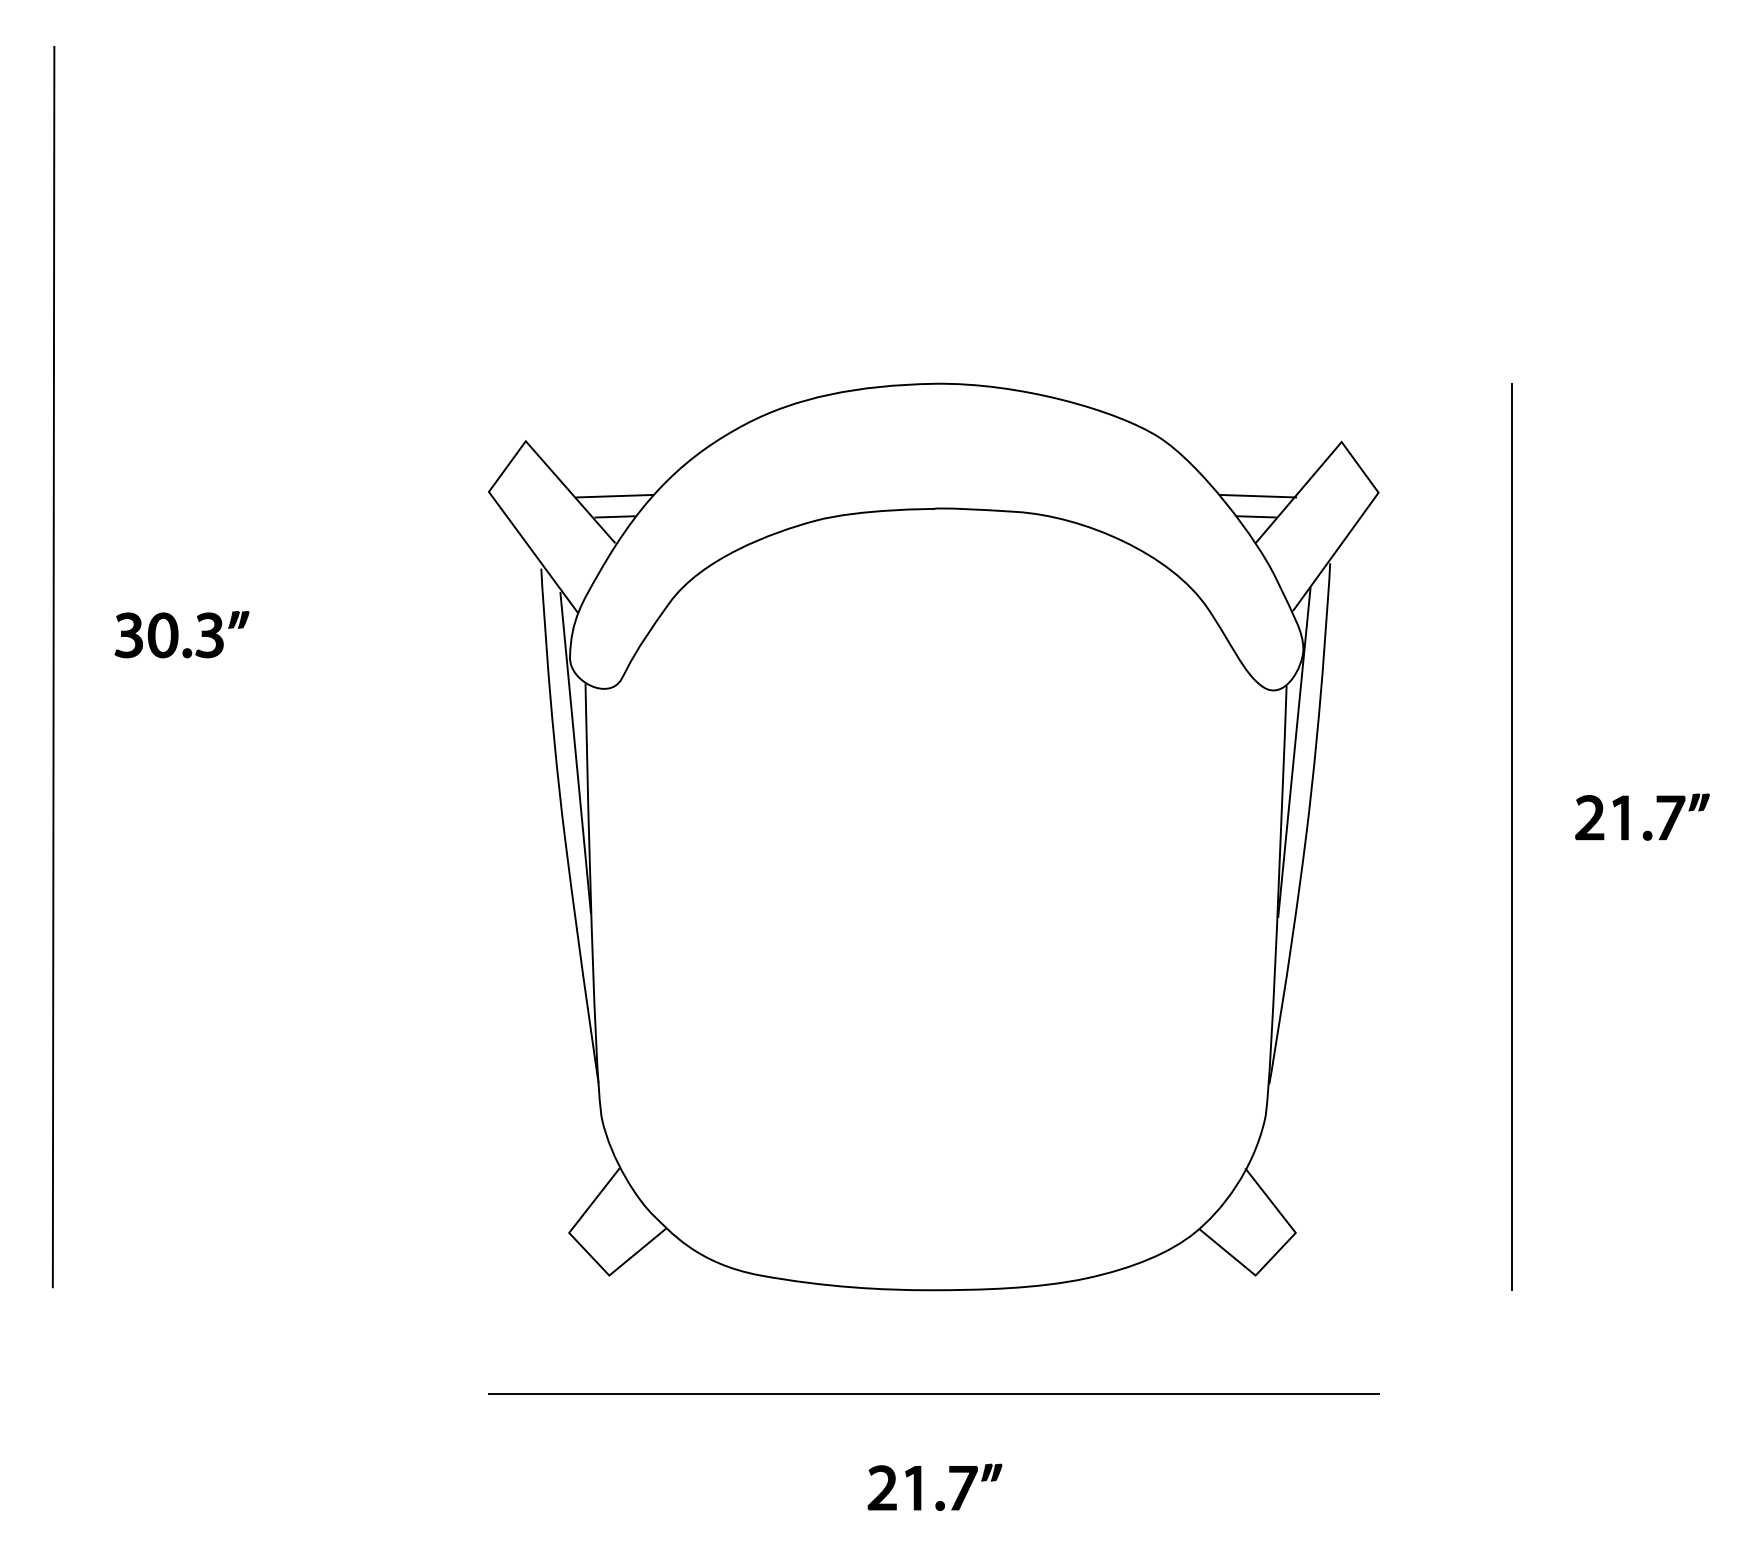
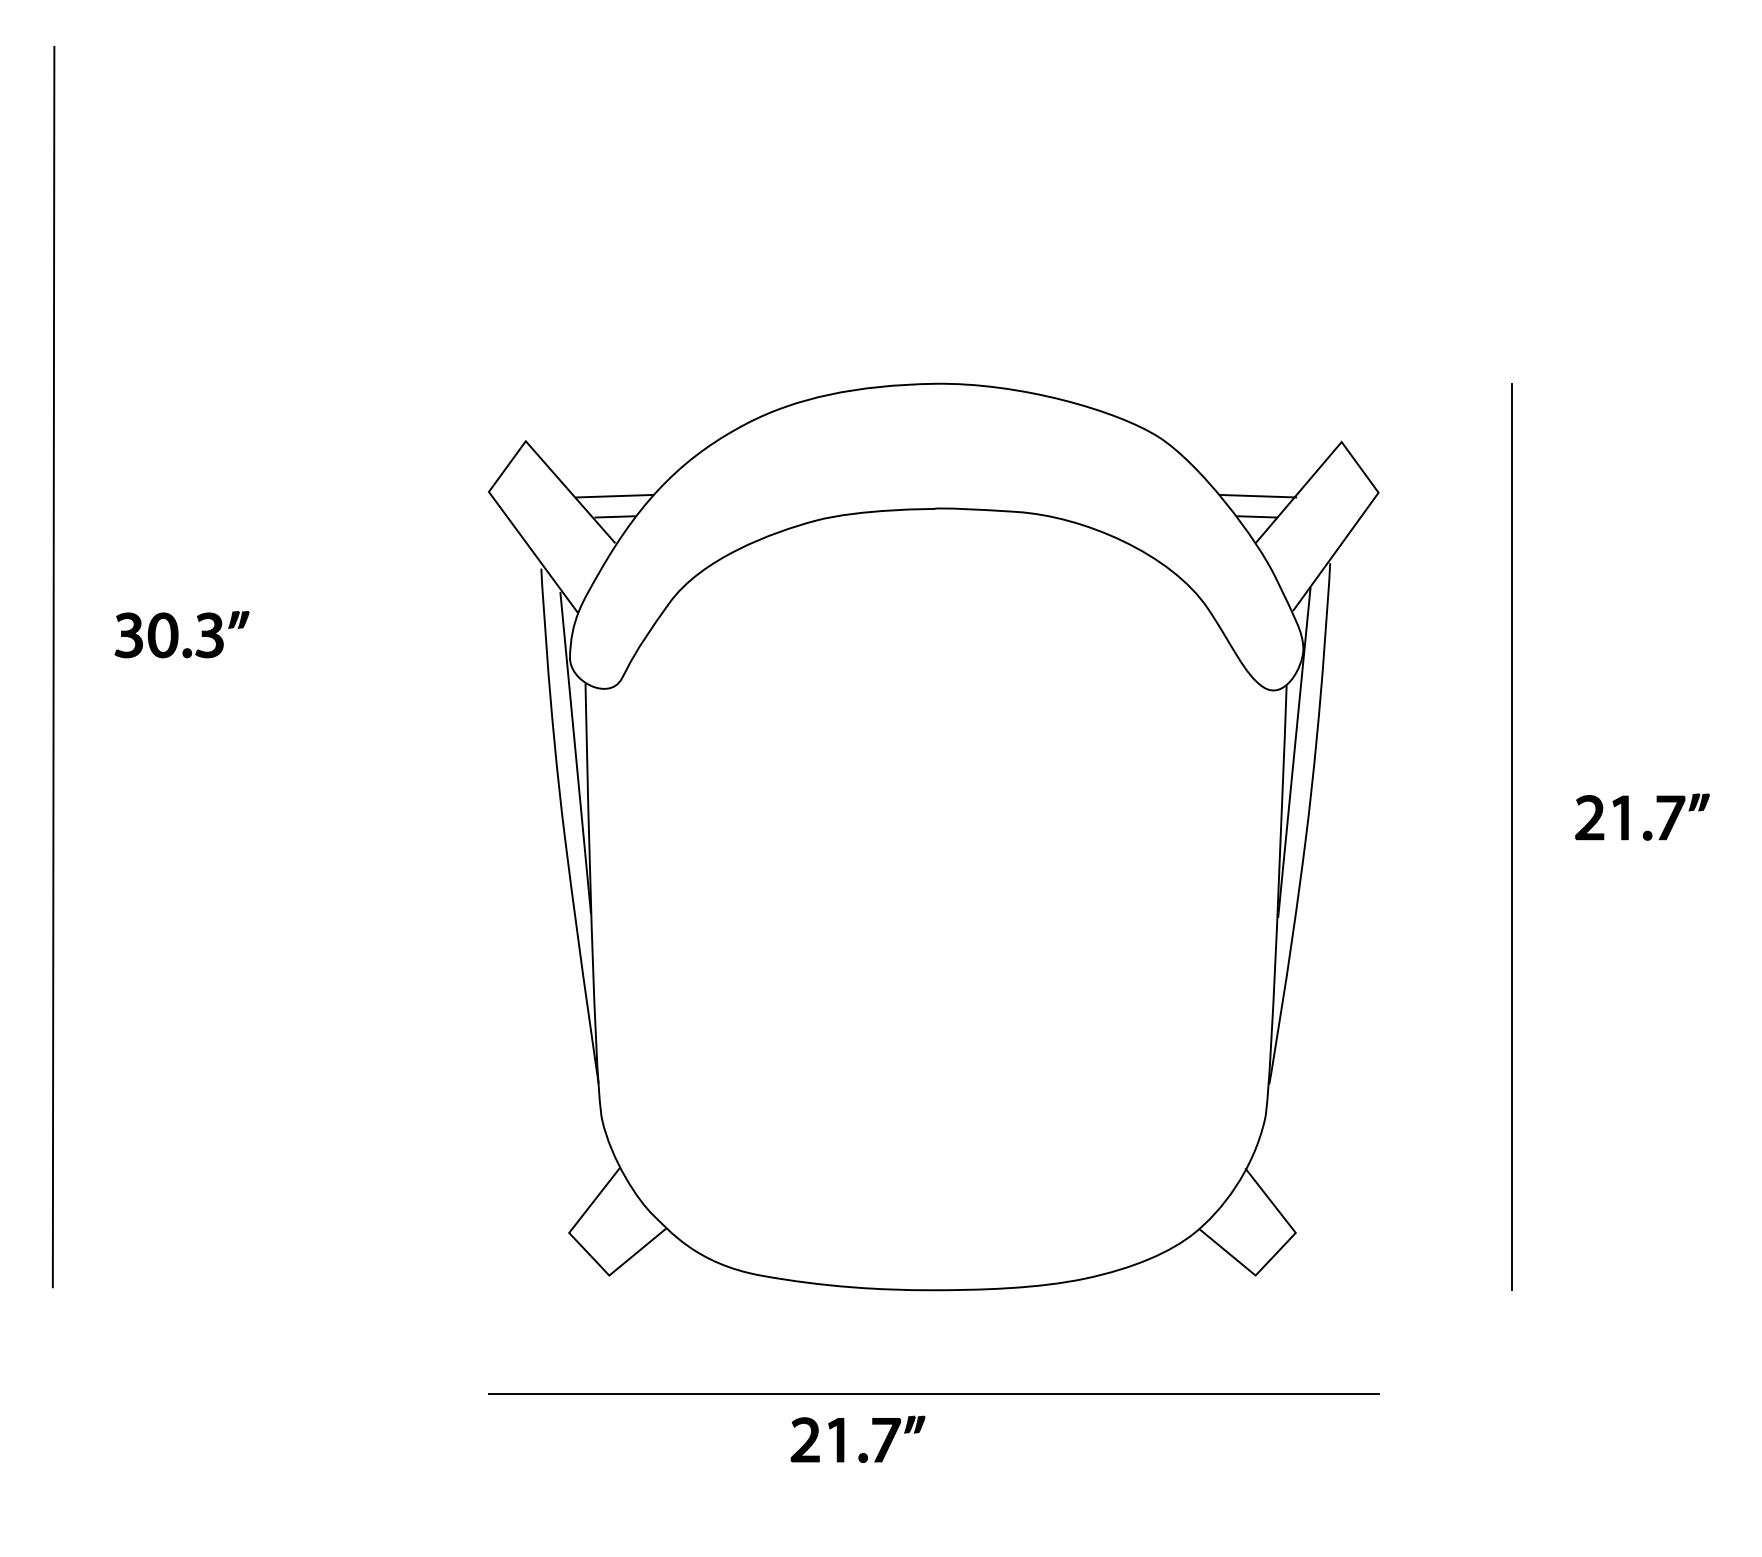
part at (921, 1486) position: (921, 1486) -> (844, 1438)
